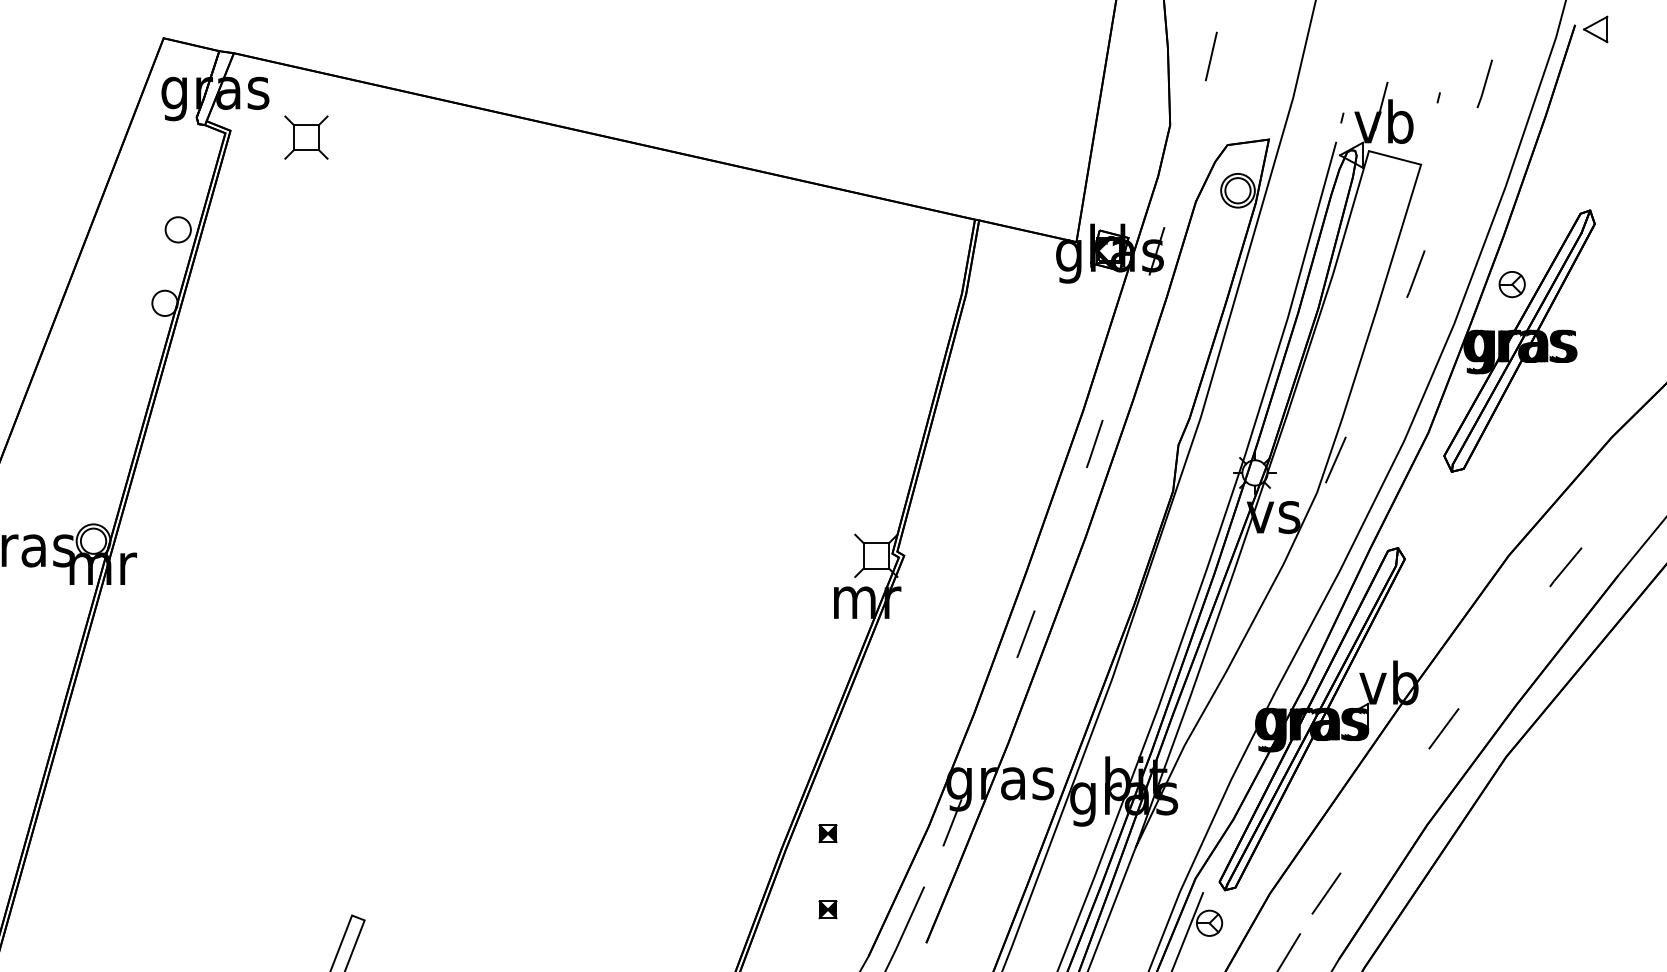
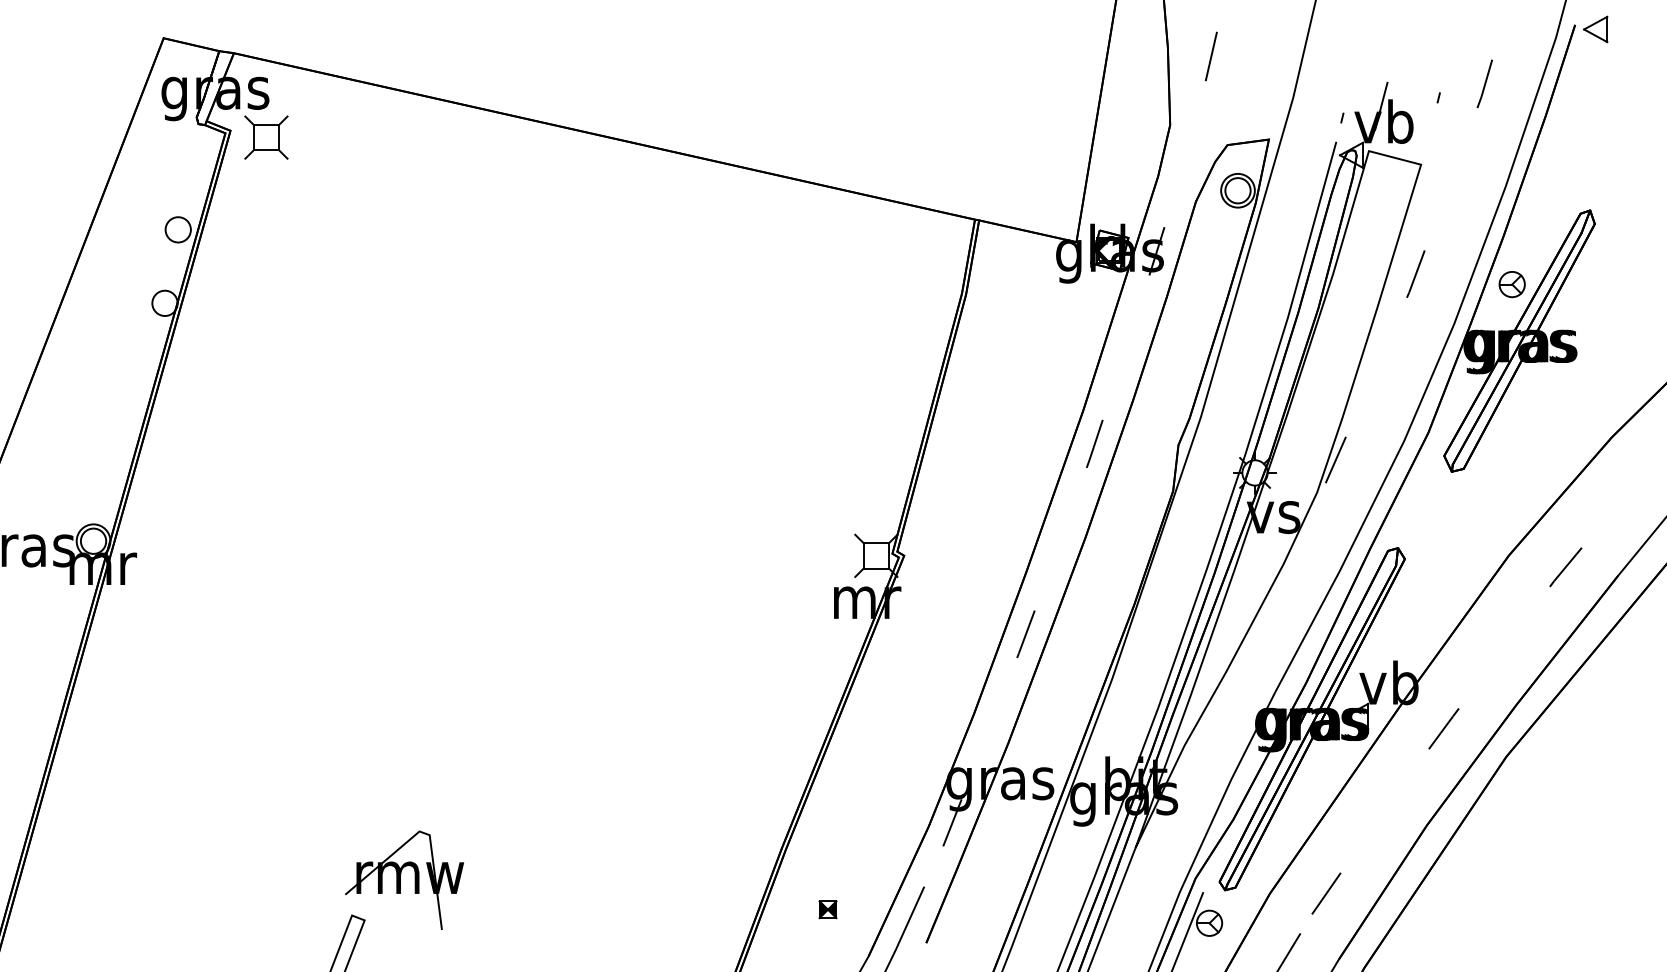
part at (306, 137) position: (306, 137) -> (266, 137)
part at (827, 833): present -> none
part at (404, 879): none -> present
